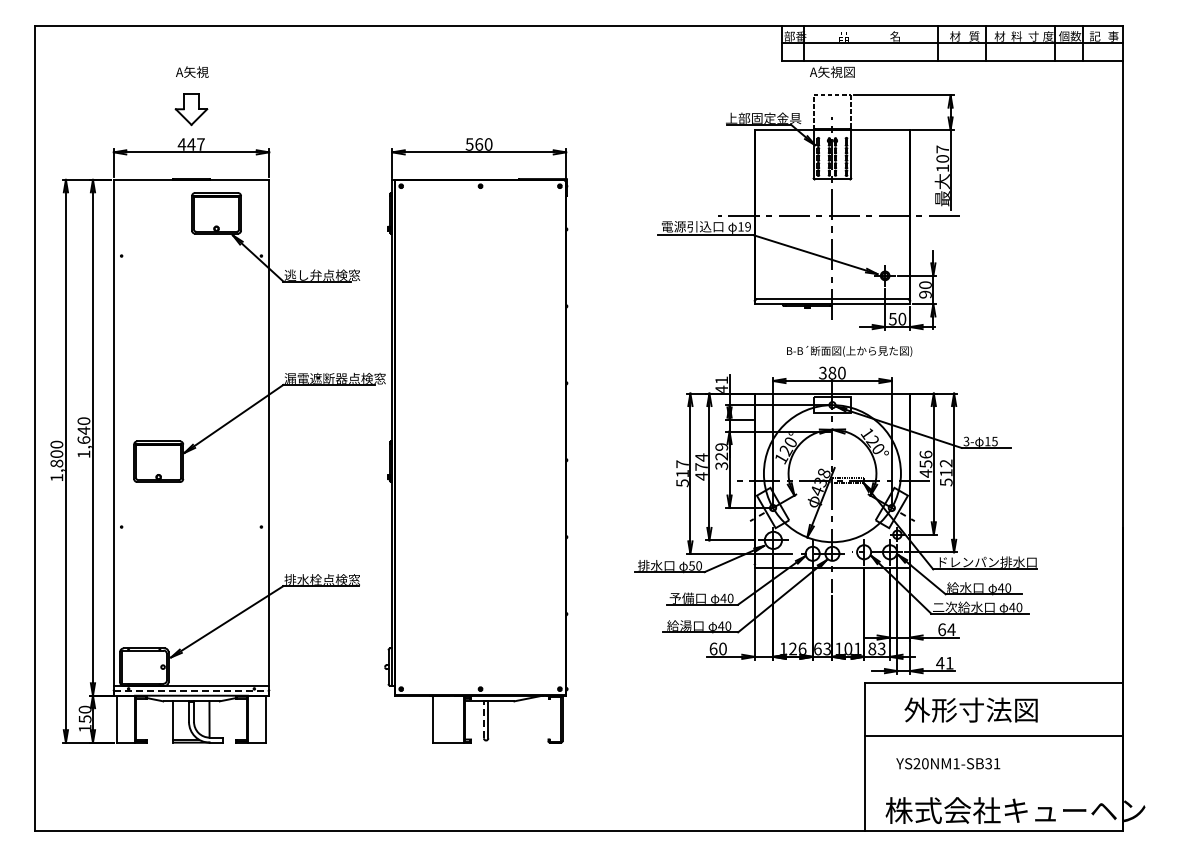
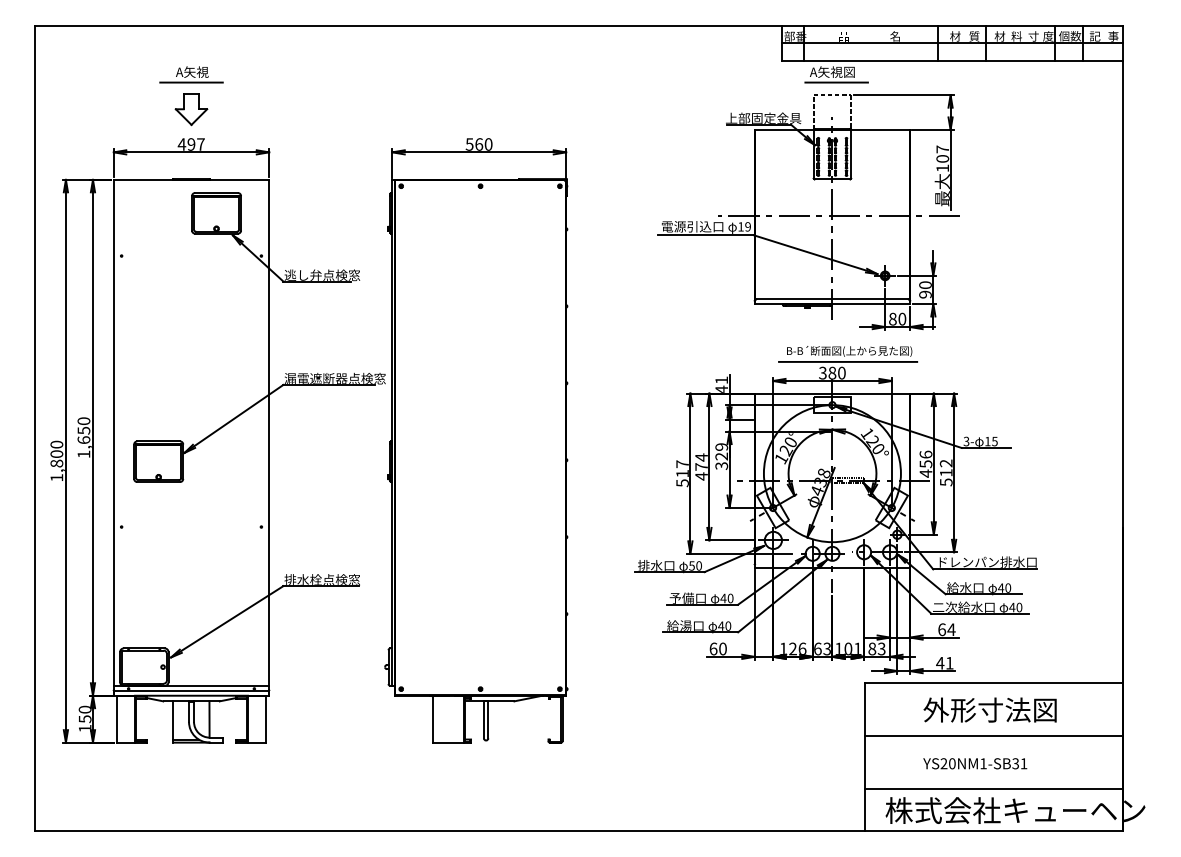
line at (191, 82): none -> present
line at (836, 82): none -> present
text at (191, 144): 447 -> 497
text at (892, 318): 50 -> 80
line at (848, 361): none -> present
text at (83, 430): 1,640 -> 1,650
line at (192, 690): dashed -> solid
text at (970, 709) position: (970, 709) -> (989, 709)
line at (483, 719): dashed -> solid
text at (948, 763) position: (948, 763) -> (975, 763)
line at (993, 788): none -> present
